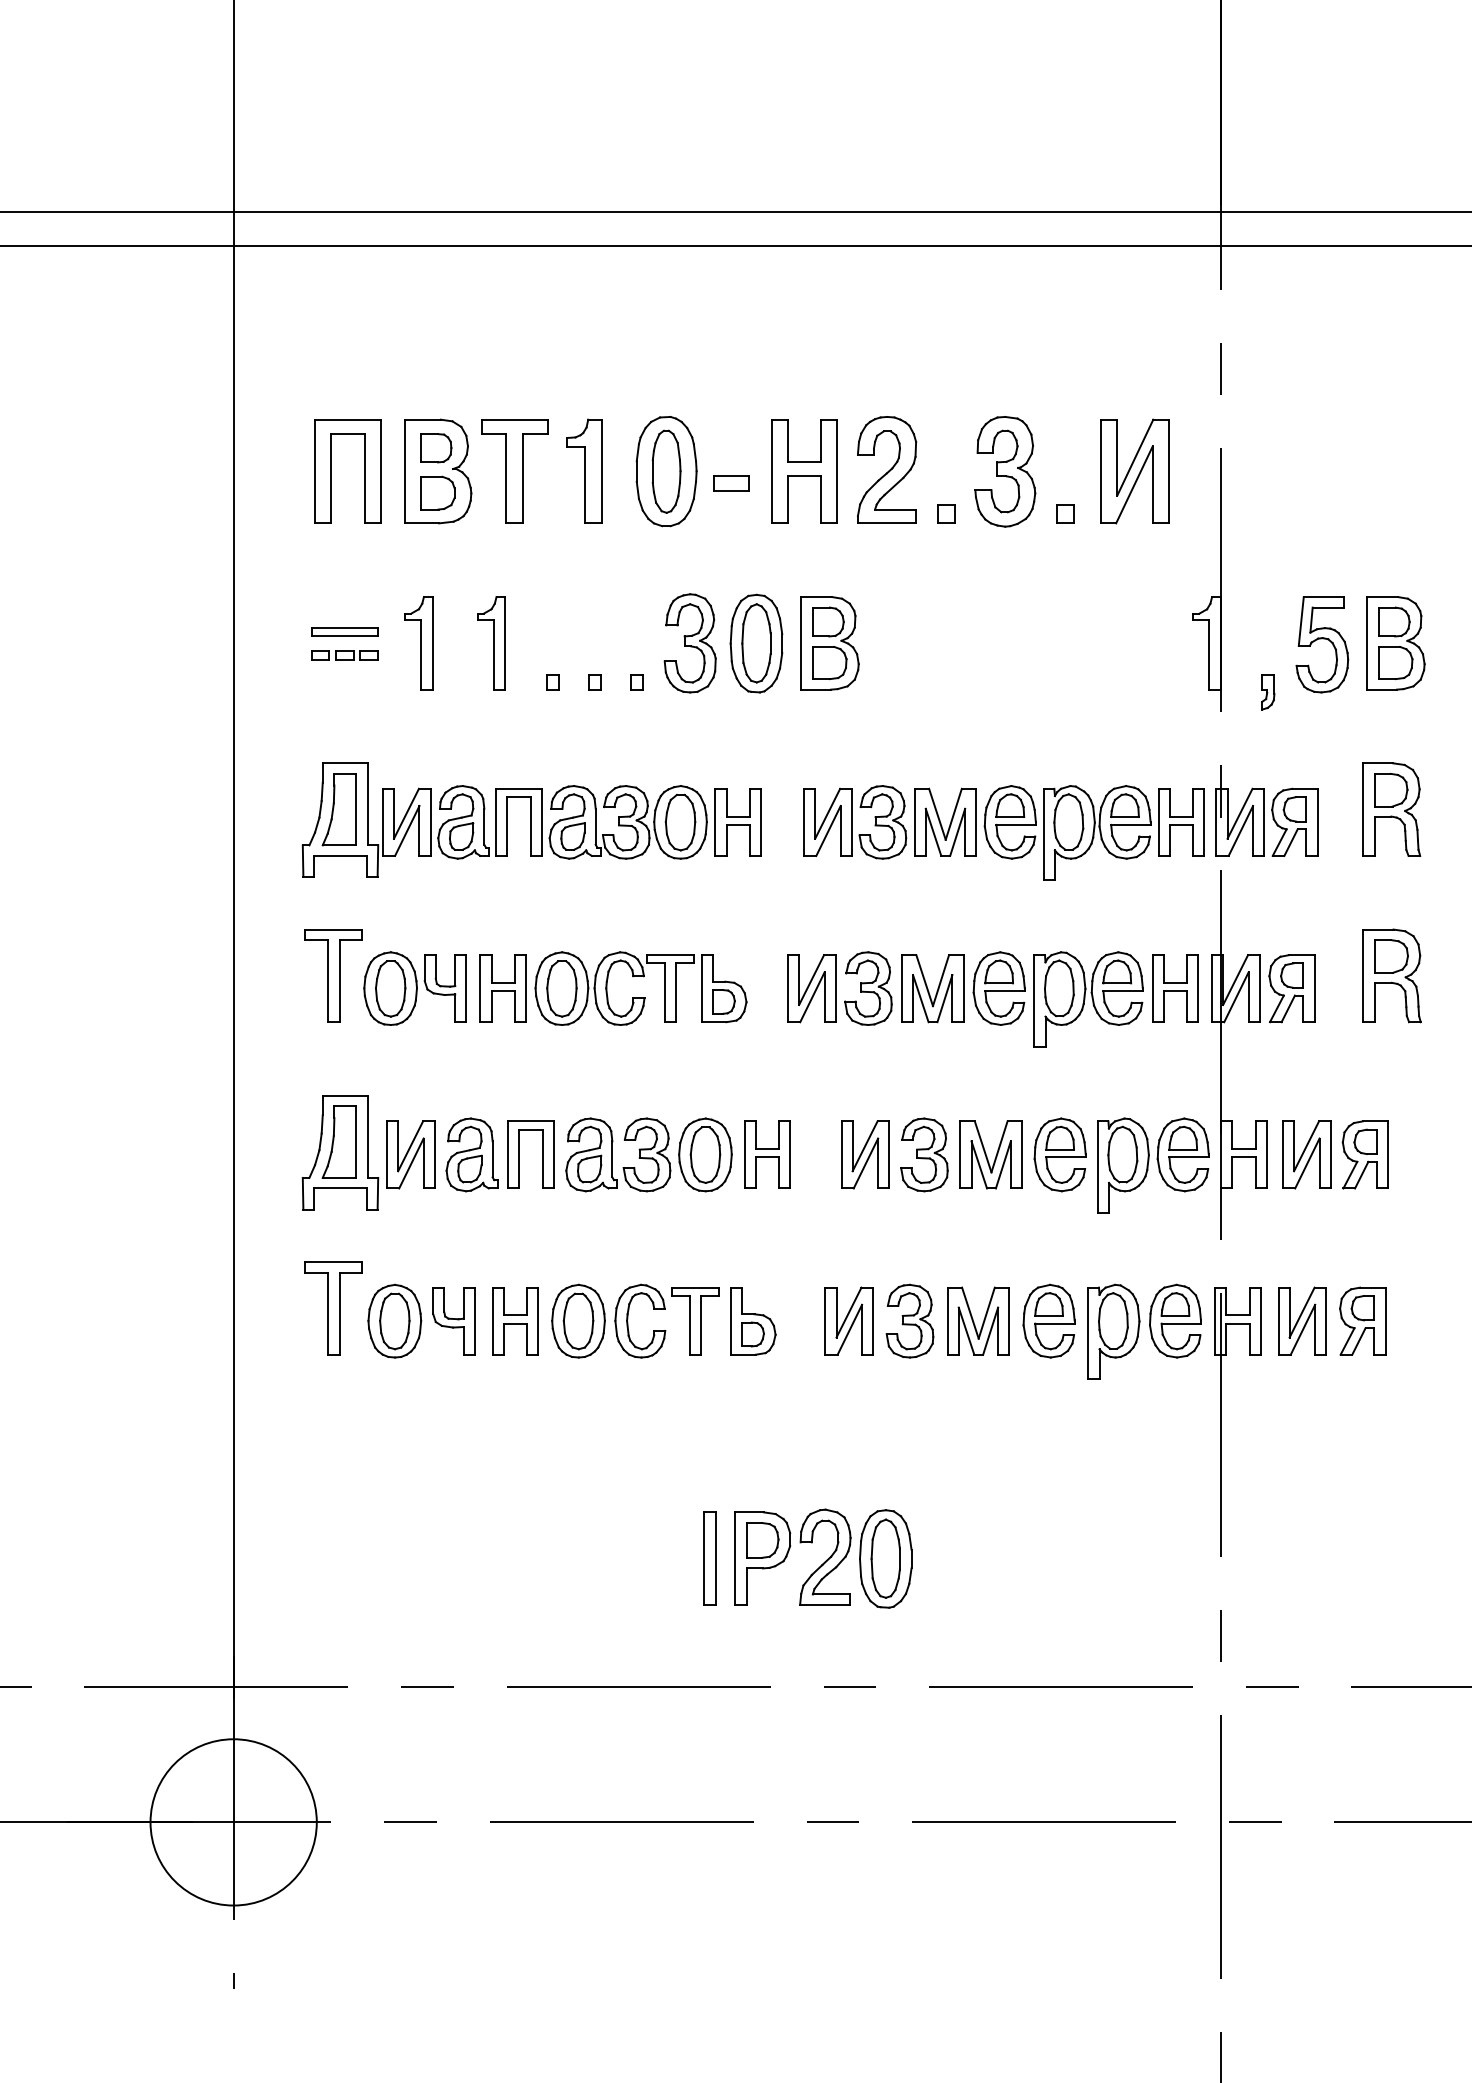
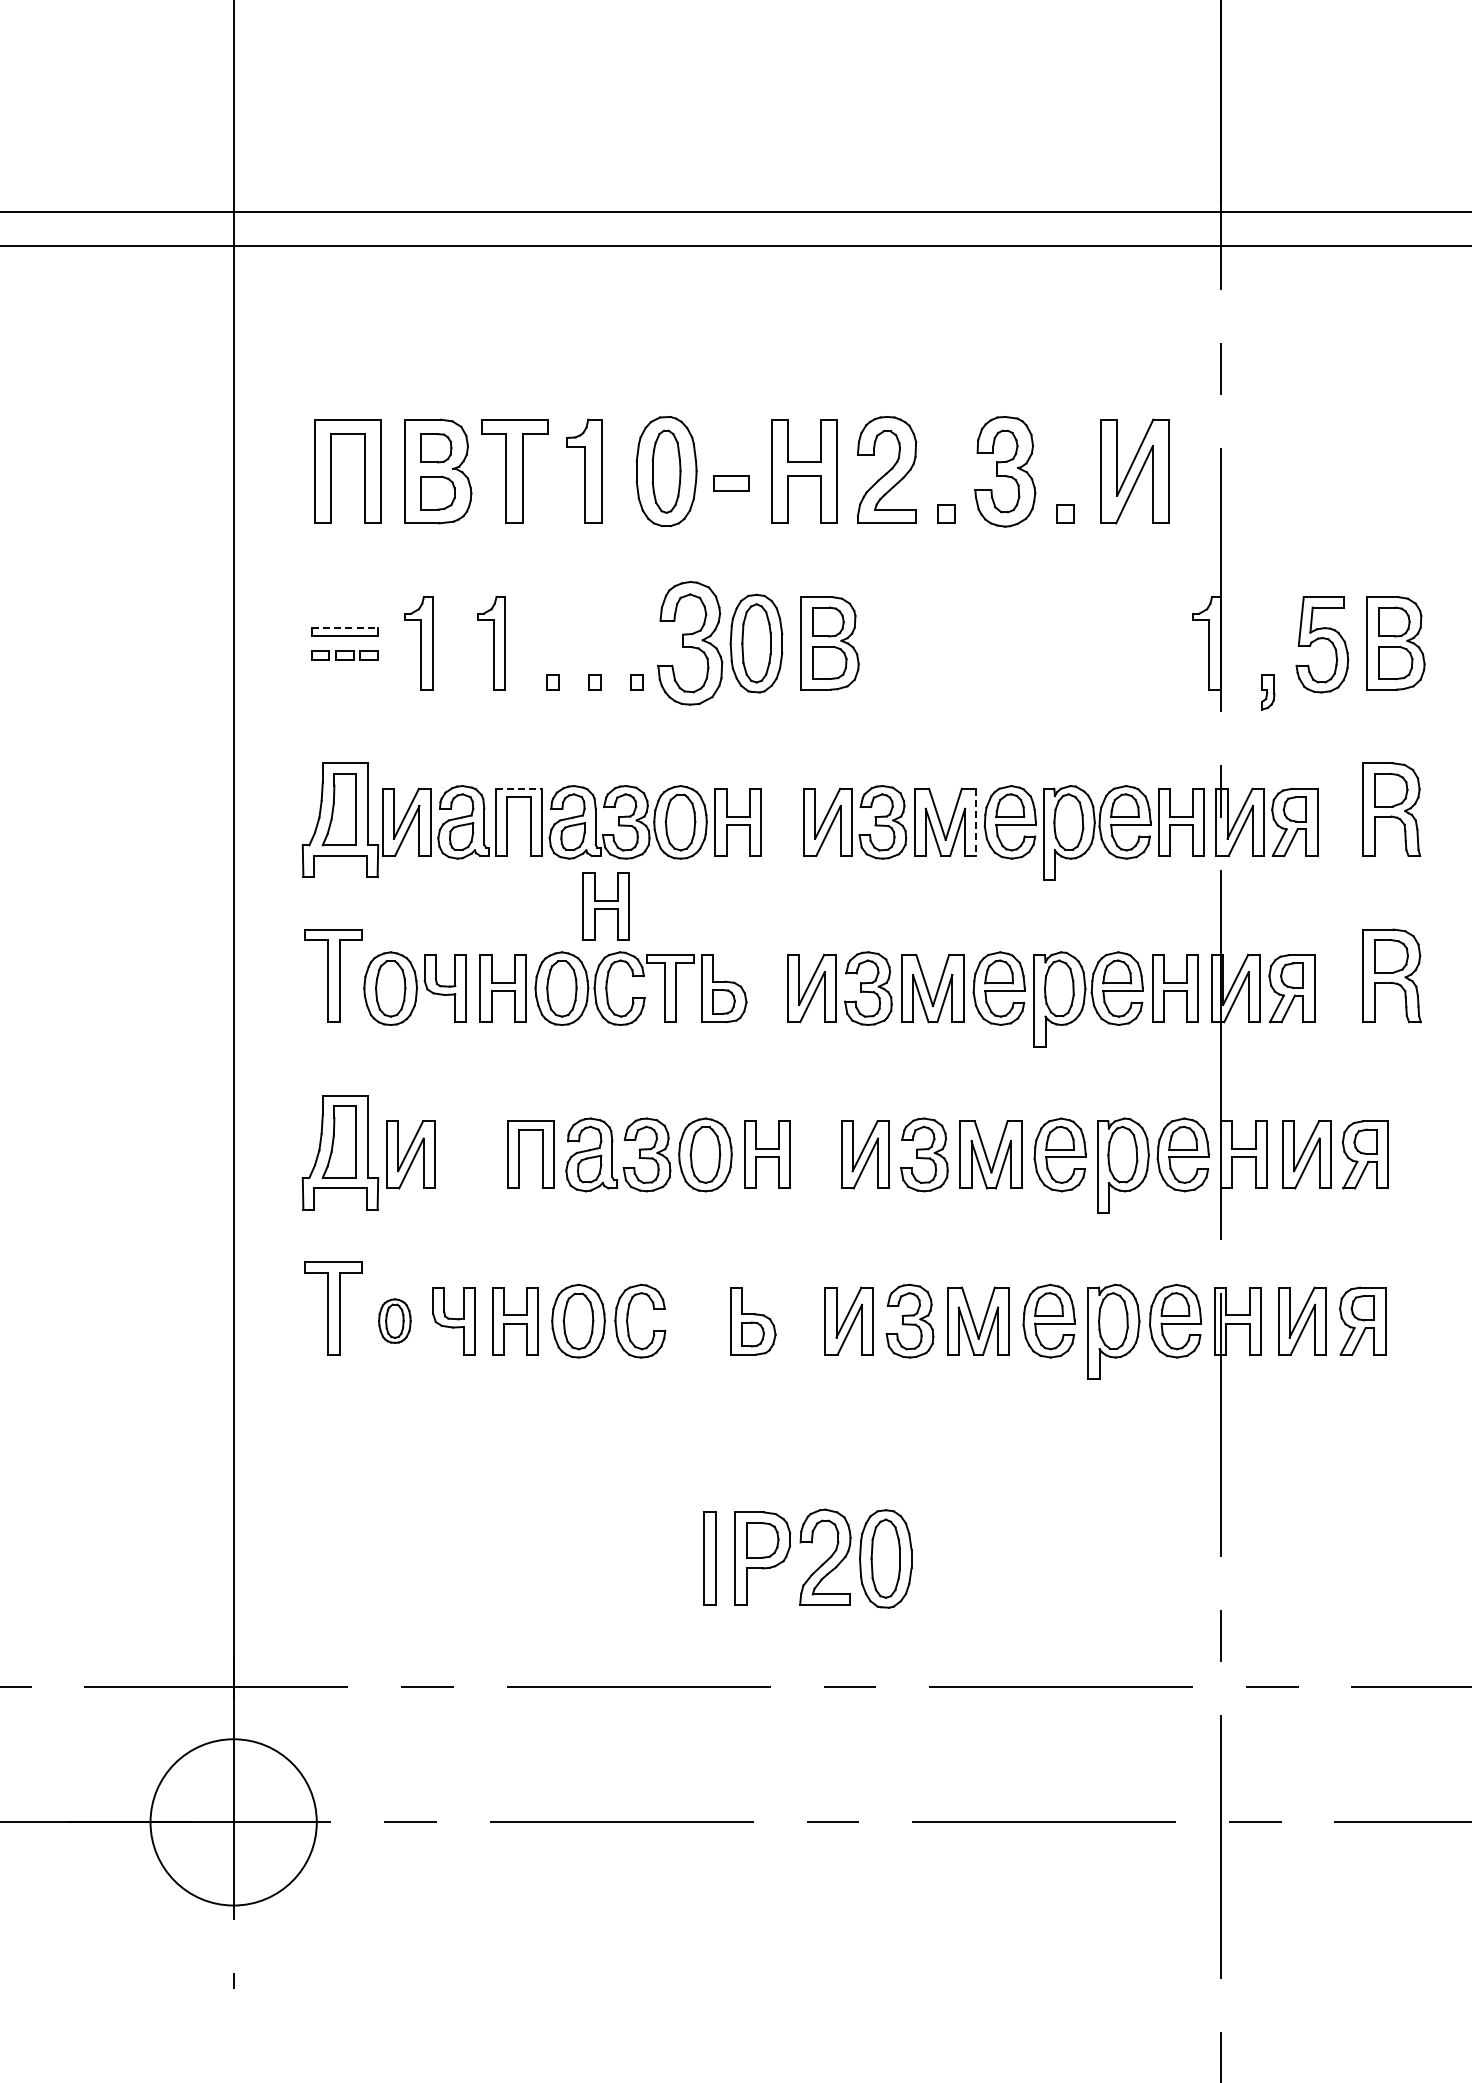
line at (344, 627): solid -> dashed
part at (689, 643) size: 54x101 px -> 67x125 px
line at (519, 788): solid -> dashed
line at (976, 822): solid -> dashed
part at (605, 906): none -> present
part at (471, 1154): present -> none
part at (394, 1320) size: 56x76 px -> 34x46 px
part at (695, 1321): present -> none
